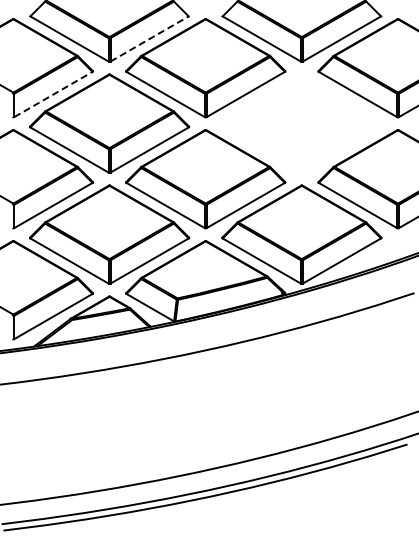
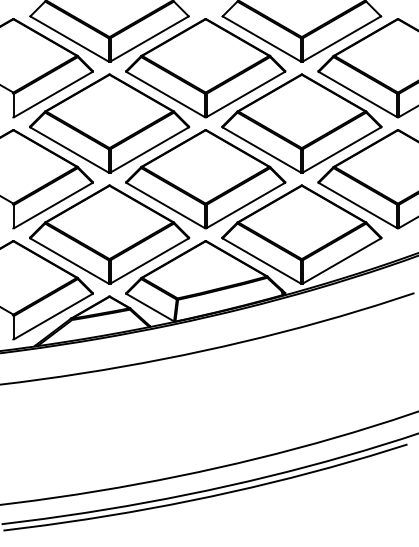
line at (150, 38): dashed -> solid
line at (53, 94): dashed -> solid
part at (301, 123): none -> present
